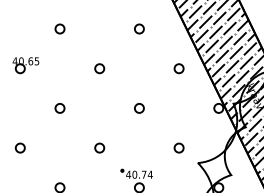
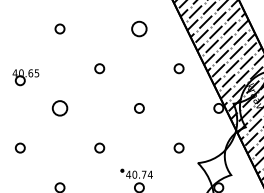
part at (139, 28) size: 11x12 px -> 17x18 px
part at (25, 65) position: (25, 65) -> (25, 77)
part at (59, 108) size: 12x11 px -> 18x17 px
